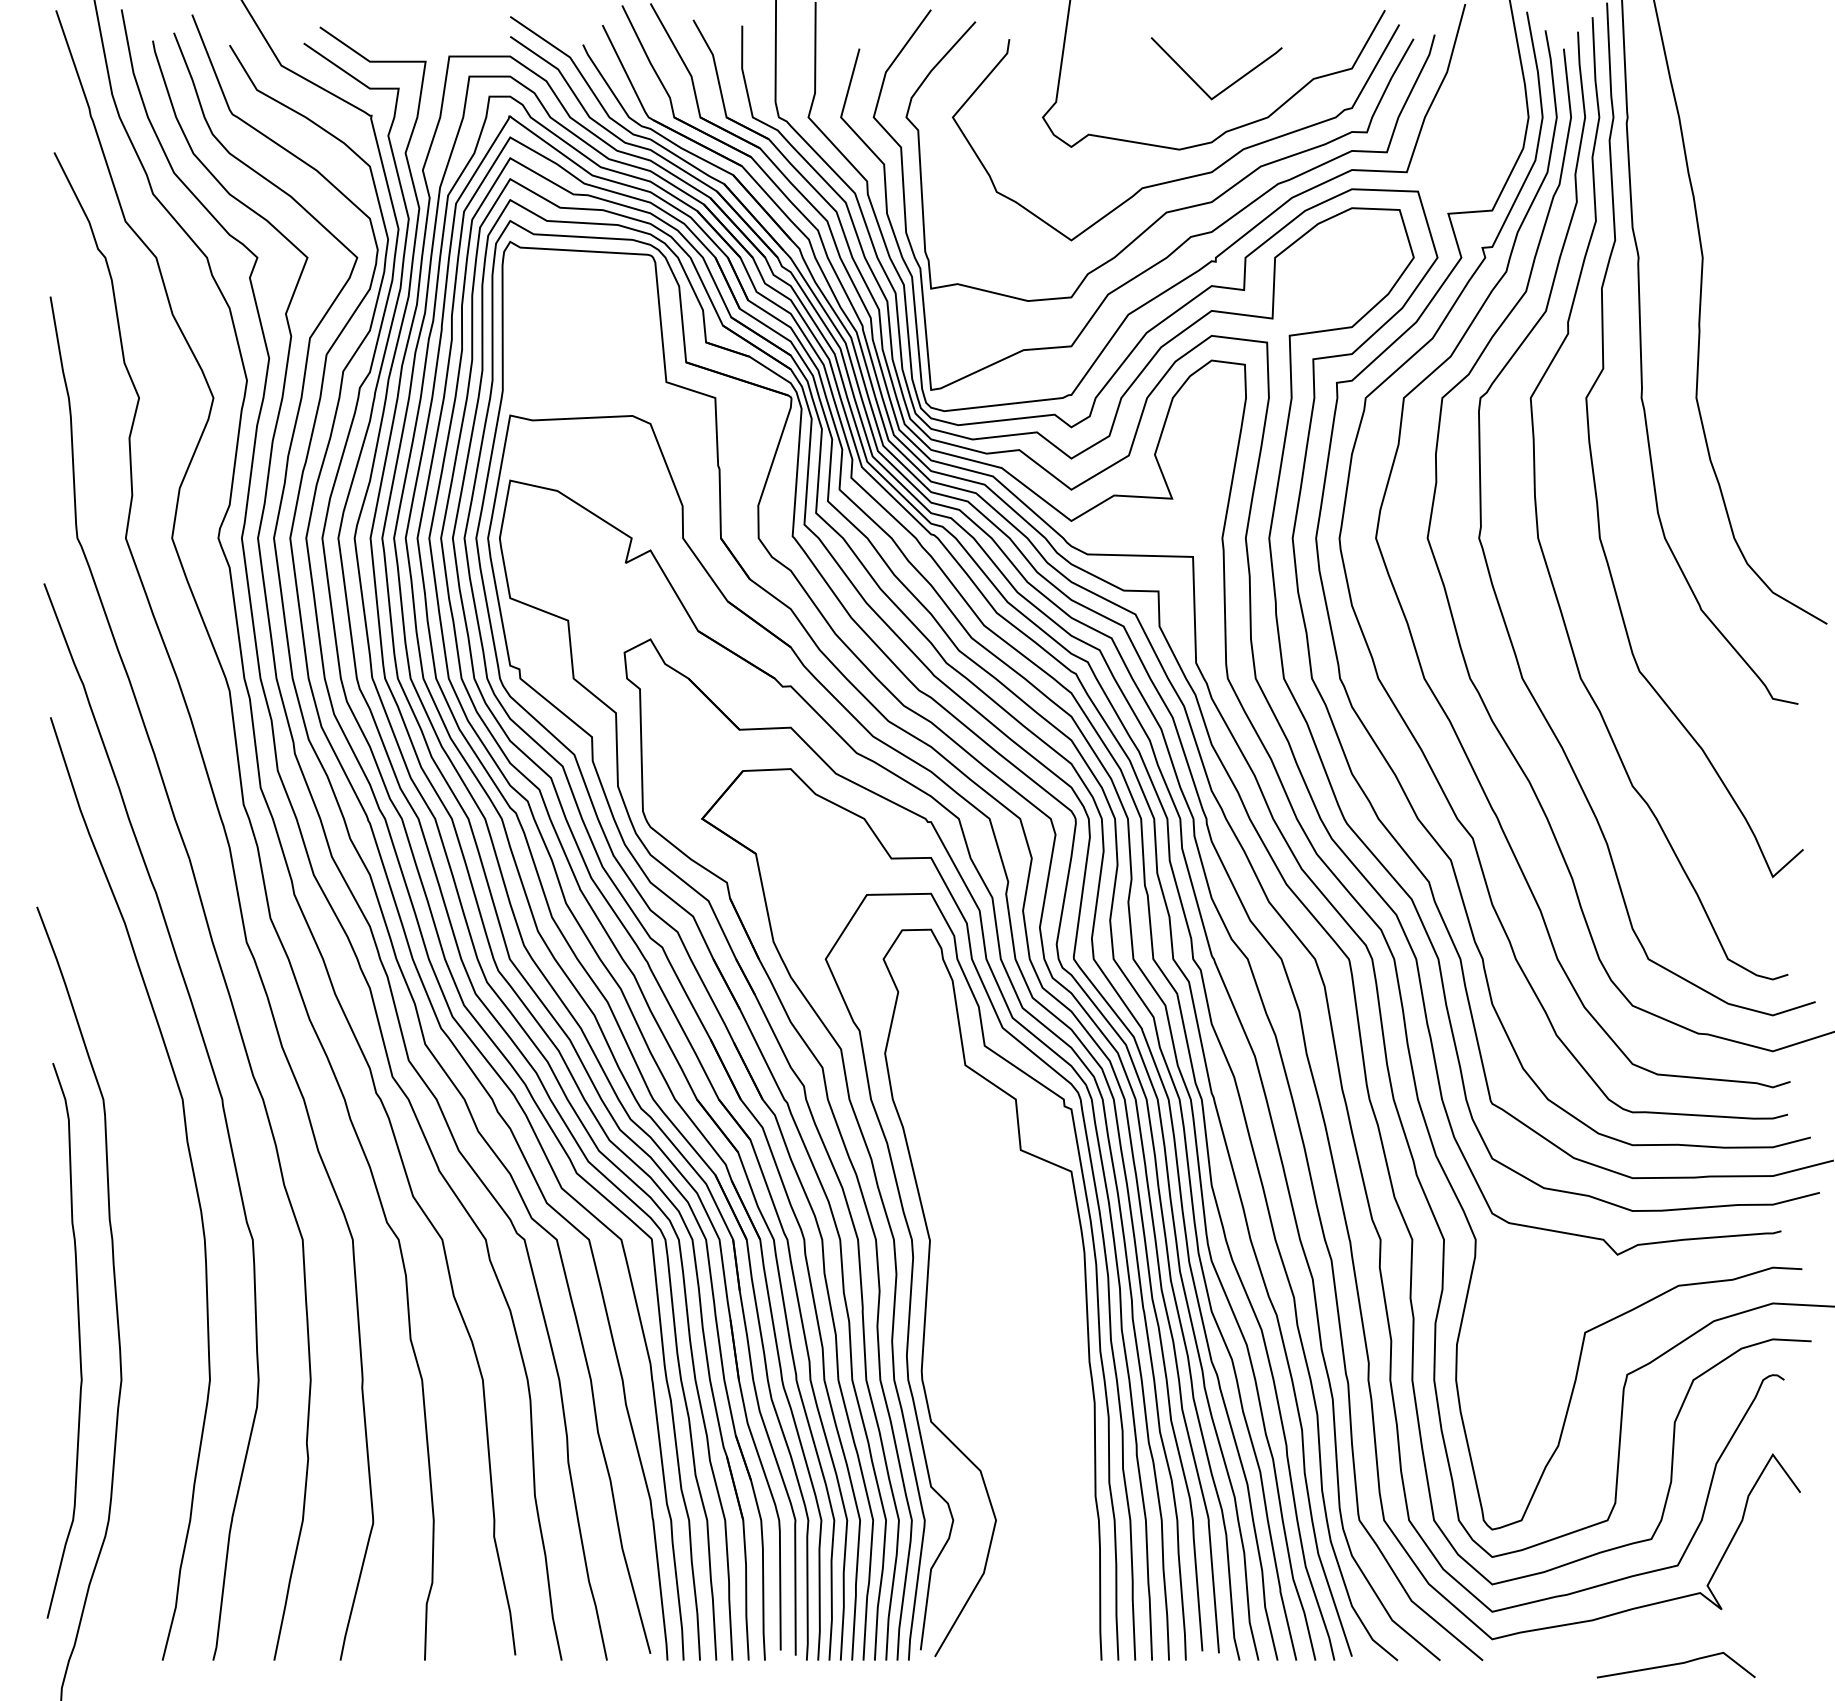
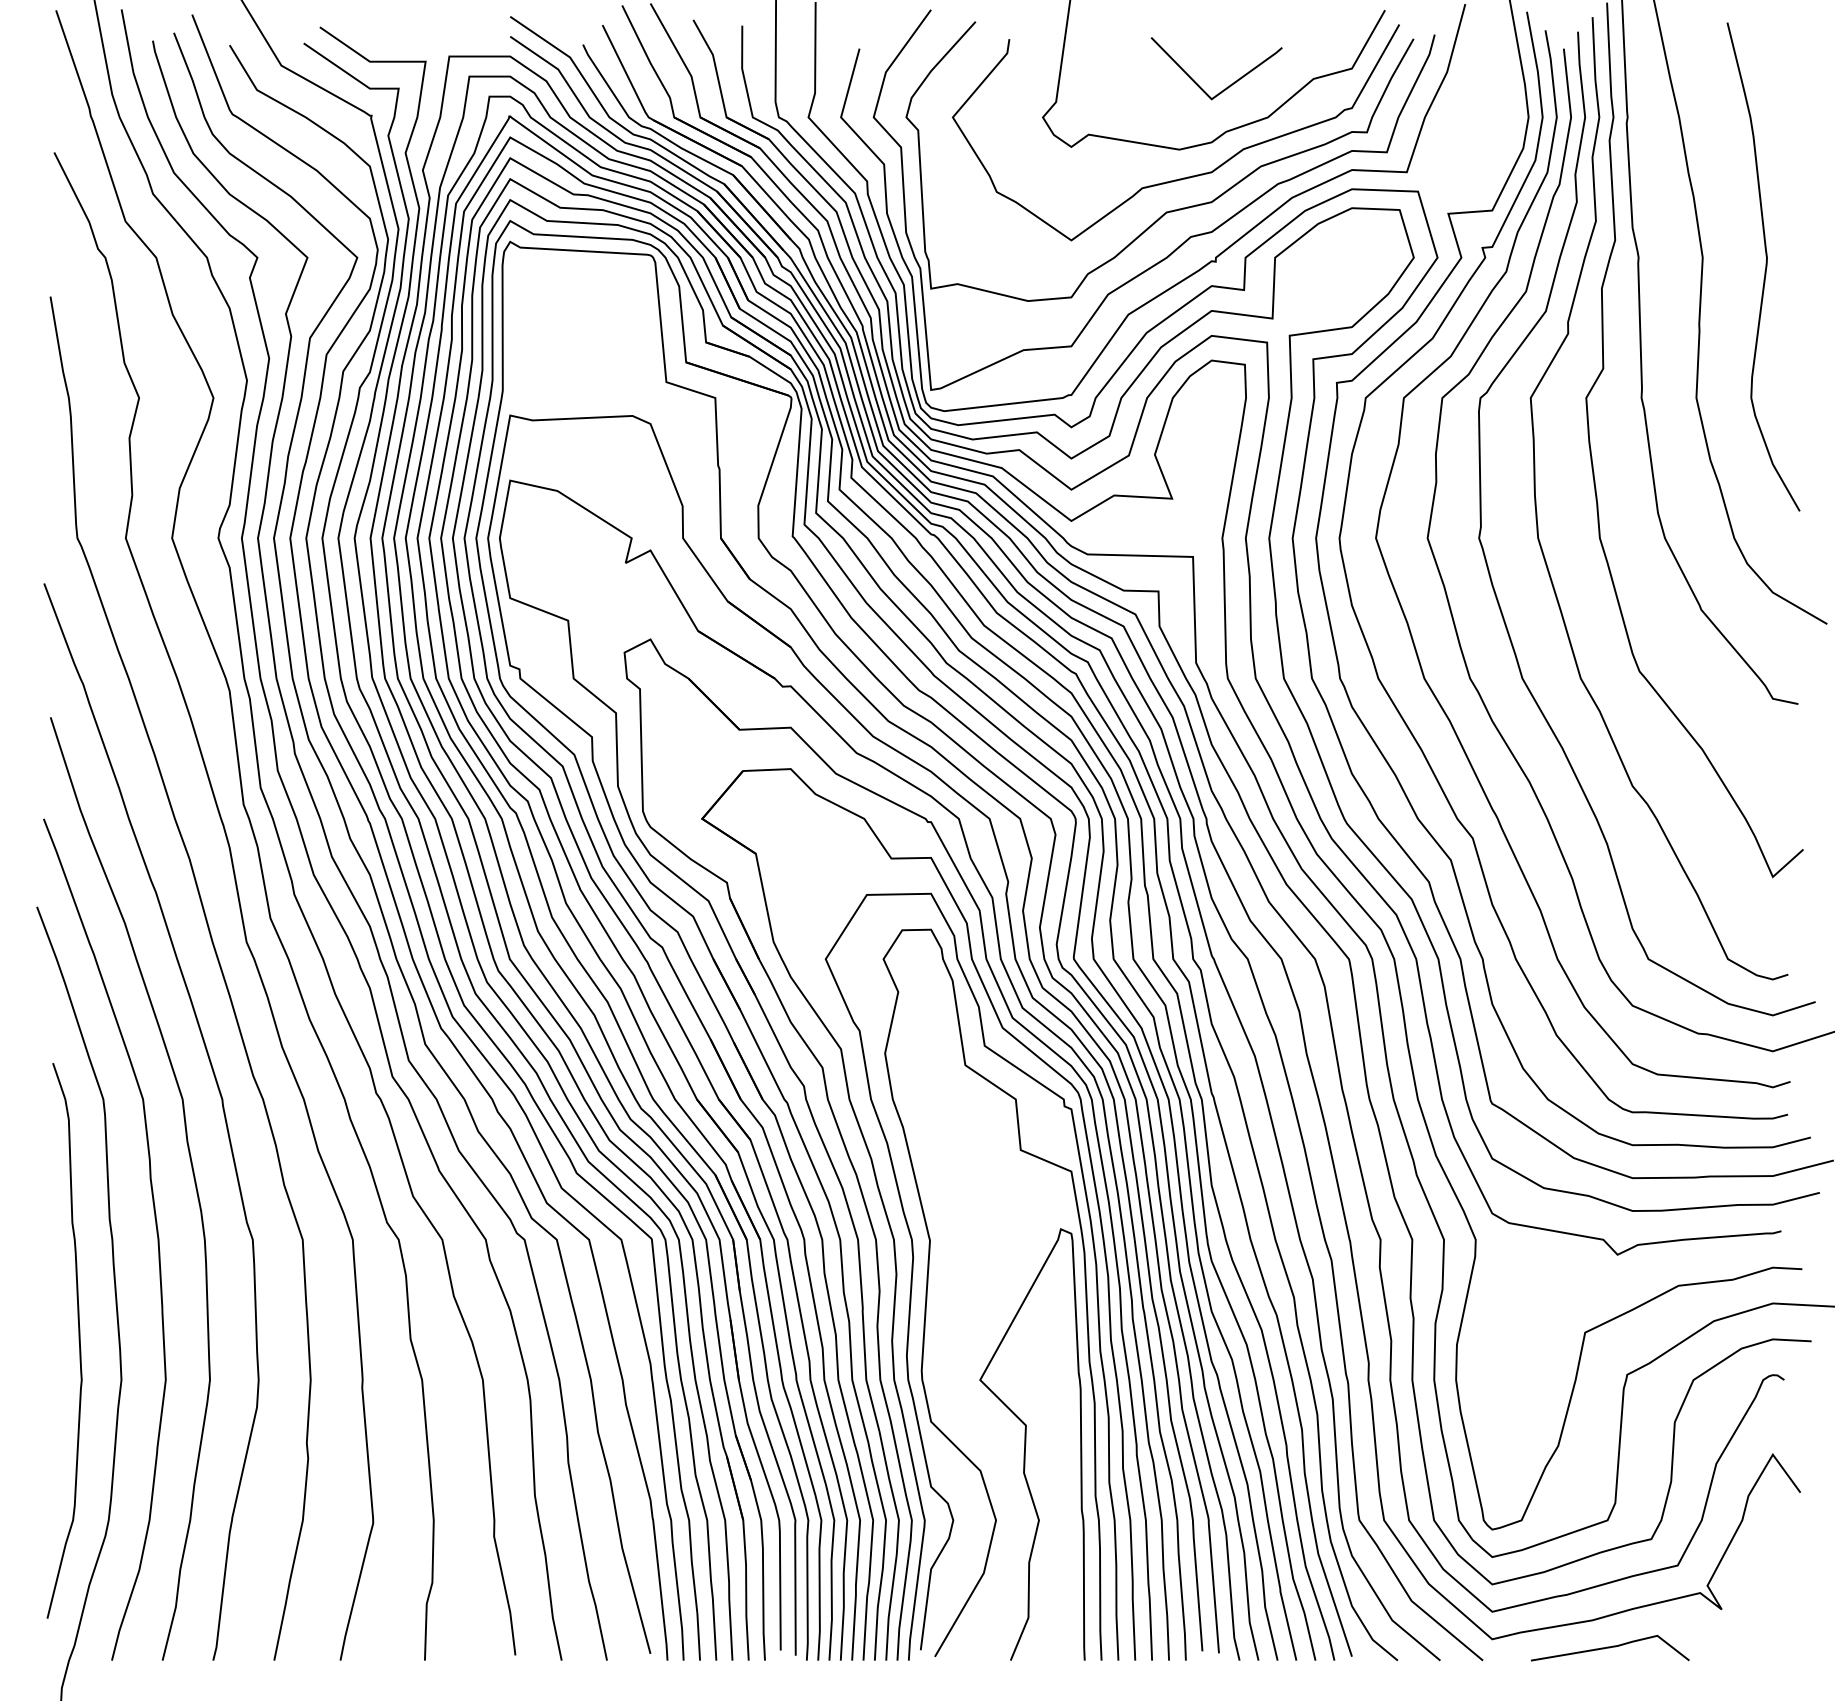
curve at (1765, 266): none -> present
curve at (156, 1233): none -> present
curve at (1026, 1444): none -> present
line at (1675, 1664) position: (1675, 1664) -> (1609, 1647)
